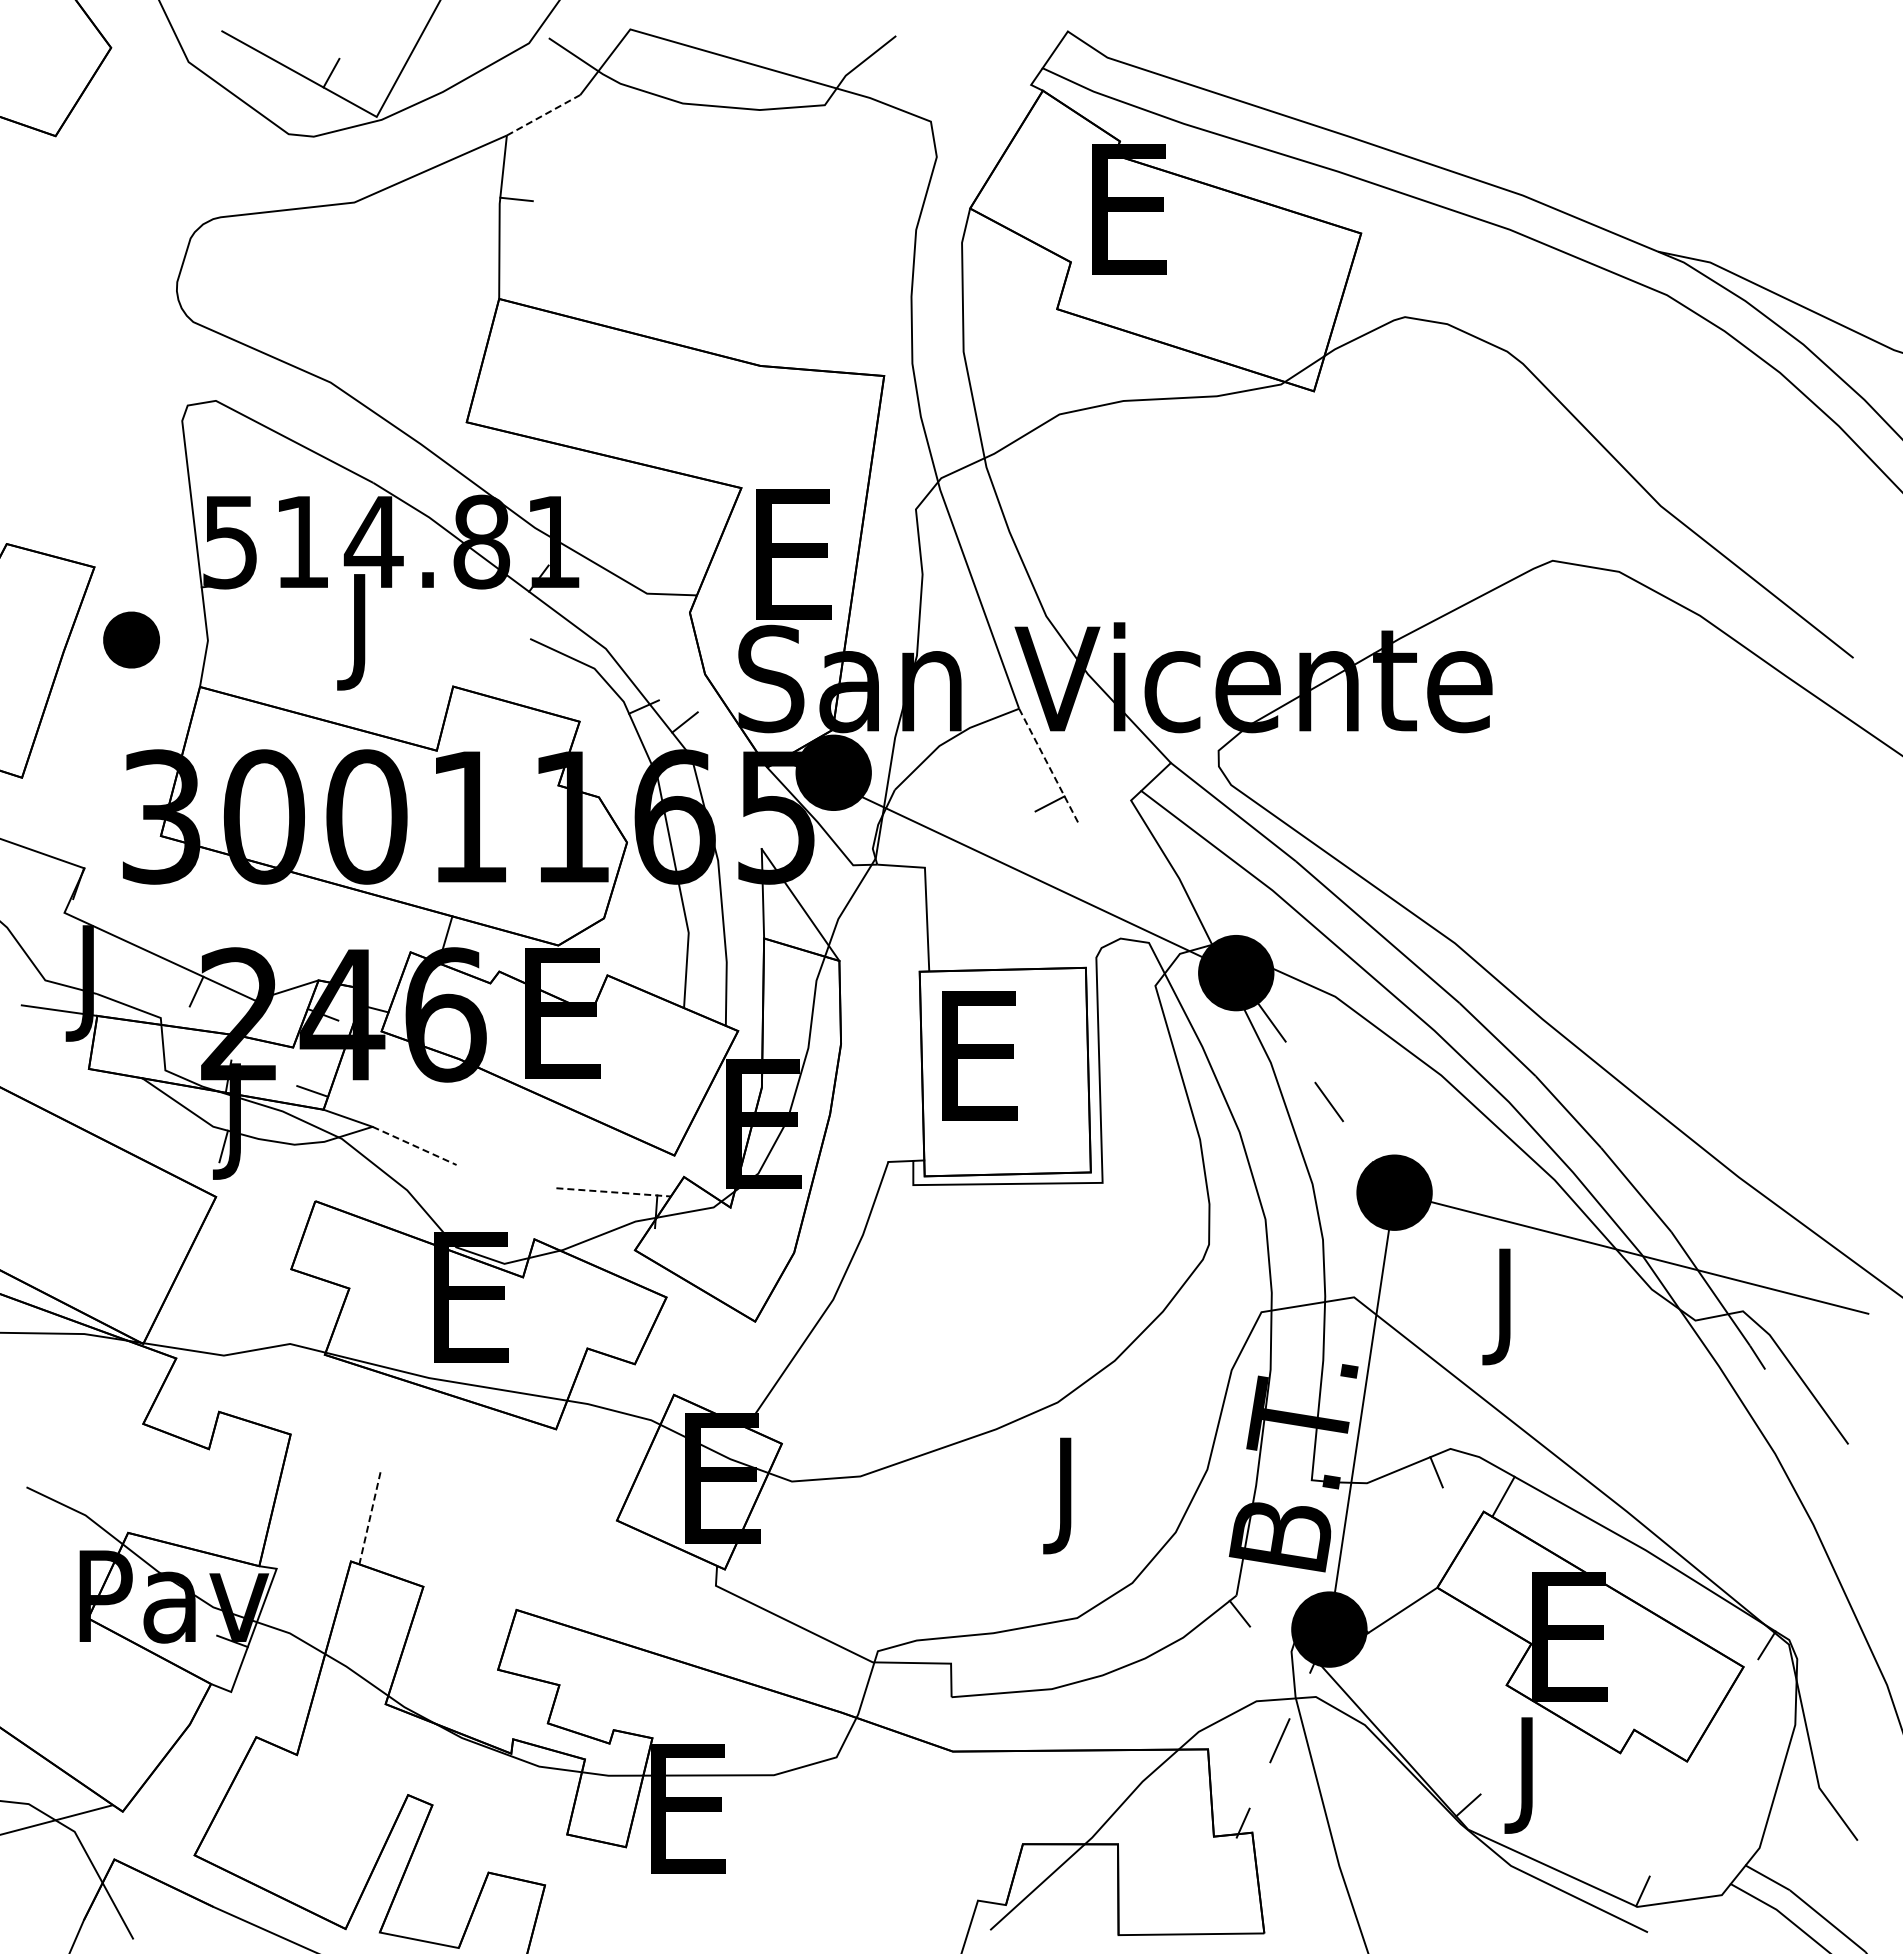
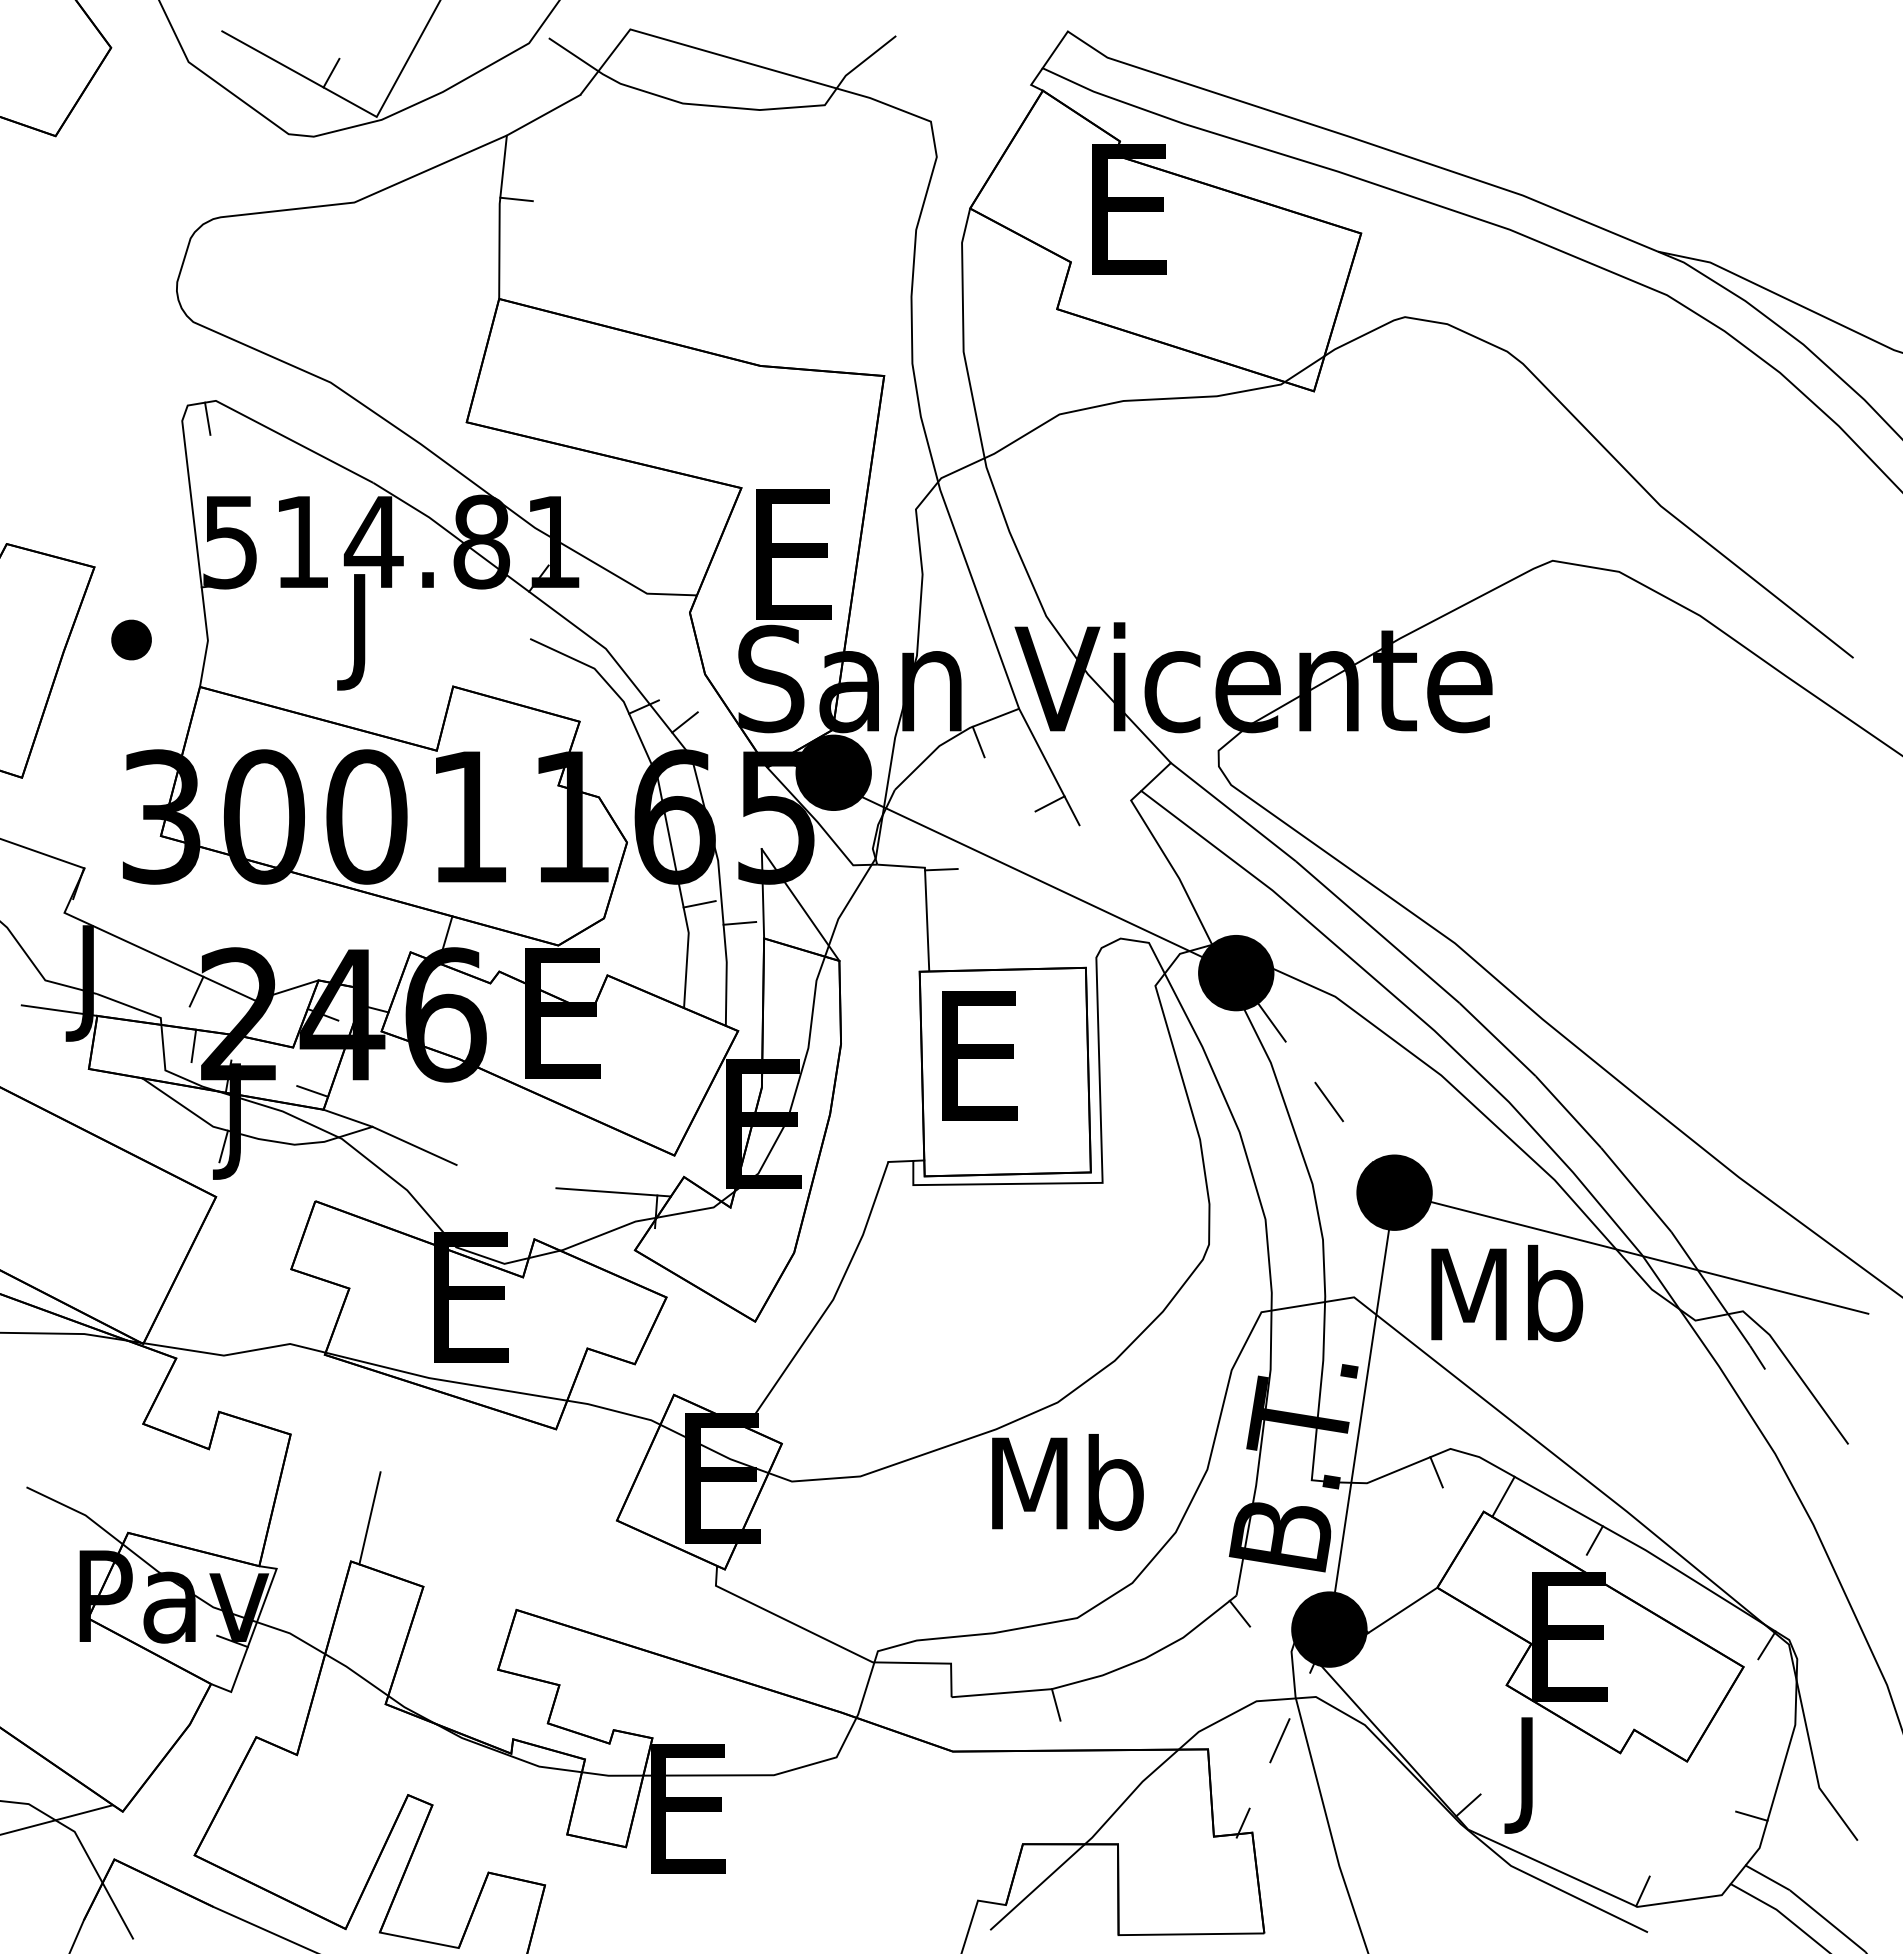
line at (543, 115): dashed -> solid
line at (207, 418): none -> present
part at (131, 639) size: 57x58 px -> 41x42 px
line at (978, 741): none -> present
line at (1049, 766): dashed -> solid
line at (941, 869): none -> present
line at (699, 904): none -> present
line at (739, 923): none -> present
line at (193, 1045): none -> present
line at (415, 1146): dashed -> solid
line at (614, 1192): dashed -> solid
text at (1507, 1304): J -> Mb
text at (1067, 1494): J -> Mb
line at (369, 1518): dashed -> solid
line at (1594, 1540): none -> present
line at (1055, 1704): none -> present
line at (1751, 1815): none -> present
